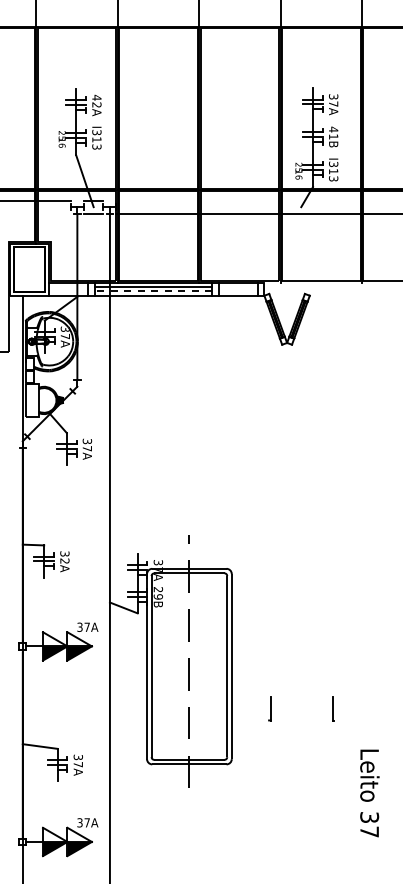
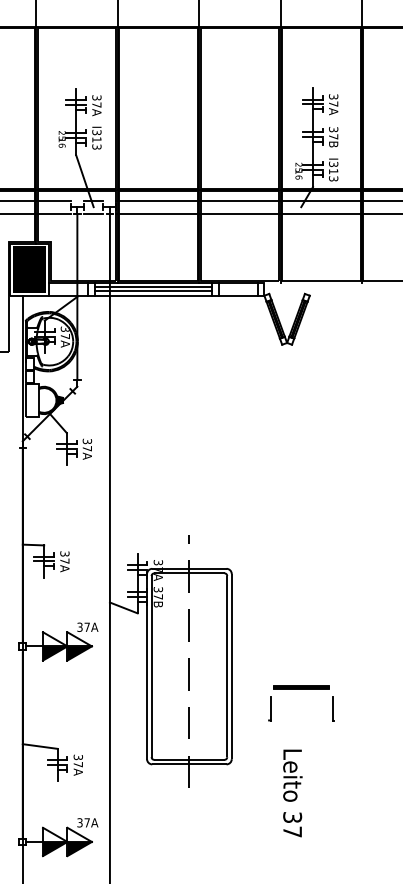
text at (96, 100): 42A -> 37A
text at (333, 132): 41B -> 37B
line at (257, 200): none -> present
line at (36, 213): none -> present
fill at (29, 269): none -> present
line at (153, 291): dashed -> solid
text at (64, 560): 32A -> 37A
text at (157, 593): 29B -> 37B
line at (301, 687): none -> present
text at (369, 793) position: (369, 793) -> (292, 793)
